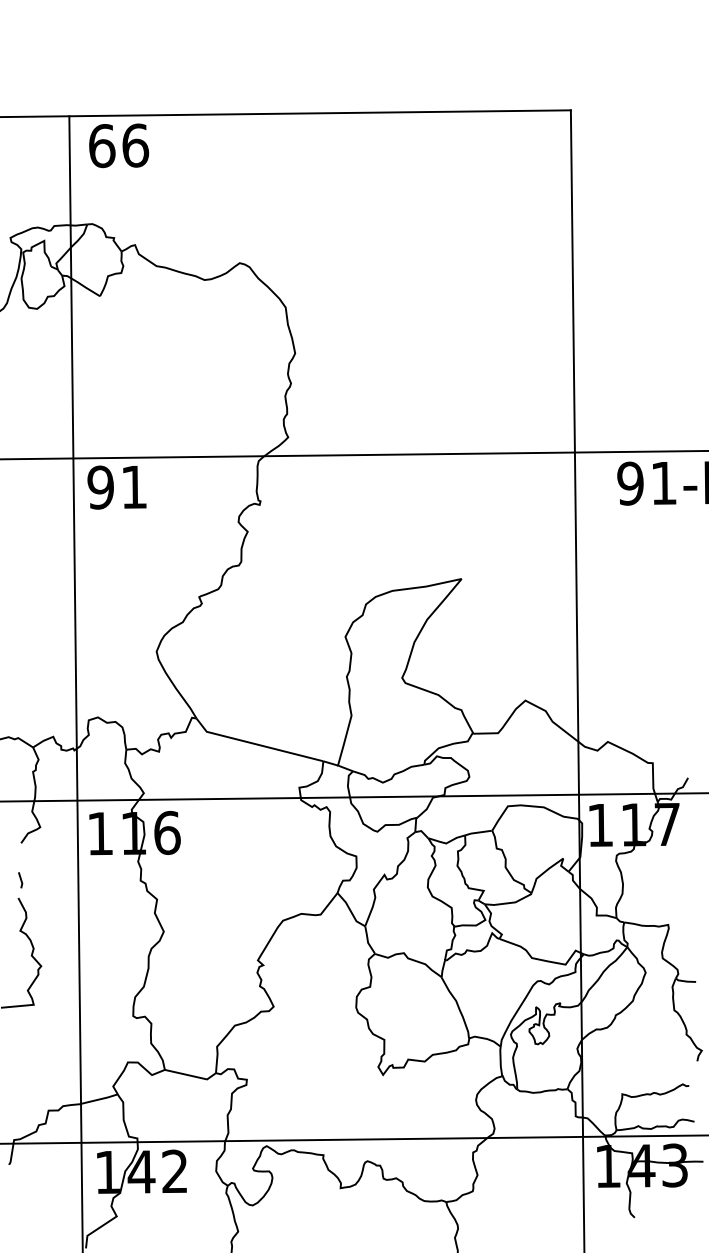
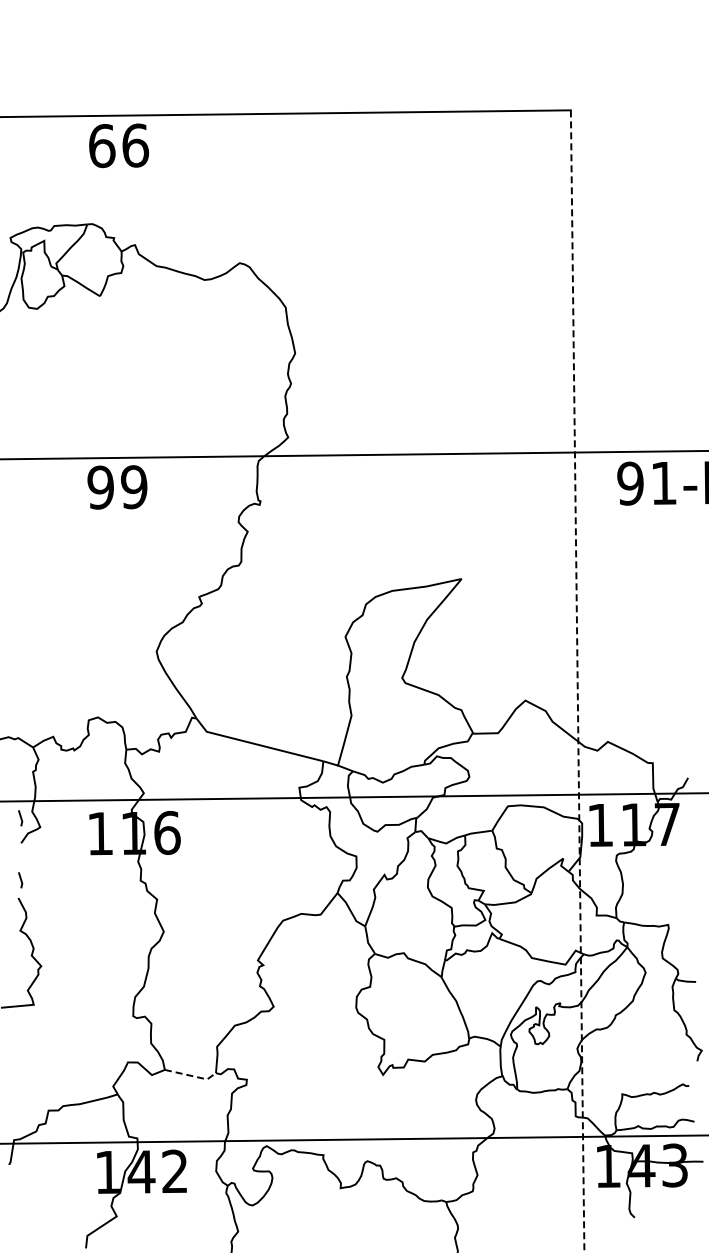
text at (134, 487): 91 -> 99
line at (577, 681): solid -> dashed
line at (75, 682): present -> none
line at (20, 818): none -> present
line at (191, 1075): solid -> dashed
